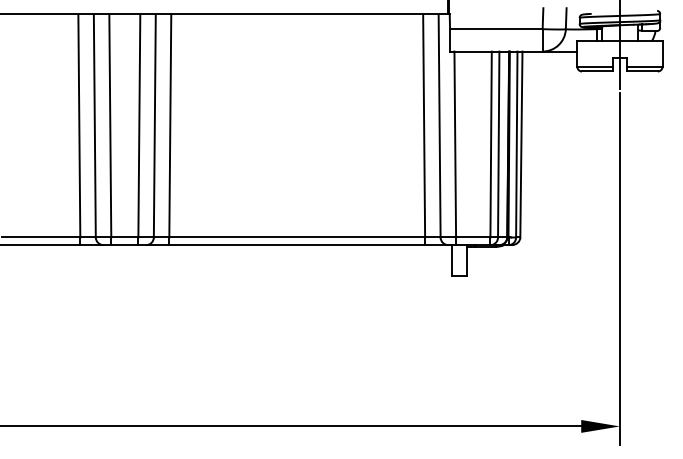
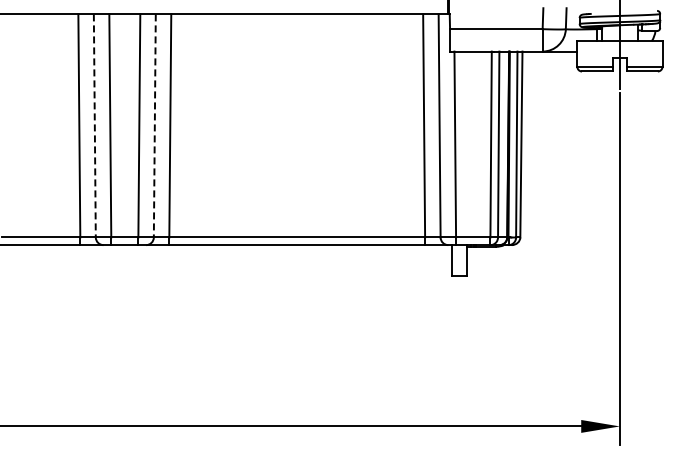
line at (94, 125): solid -> dashed
line at (154, 125): solid -> dashed
